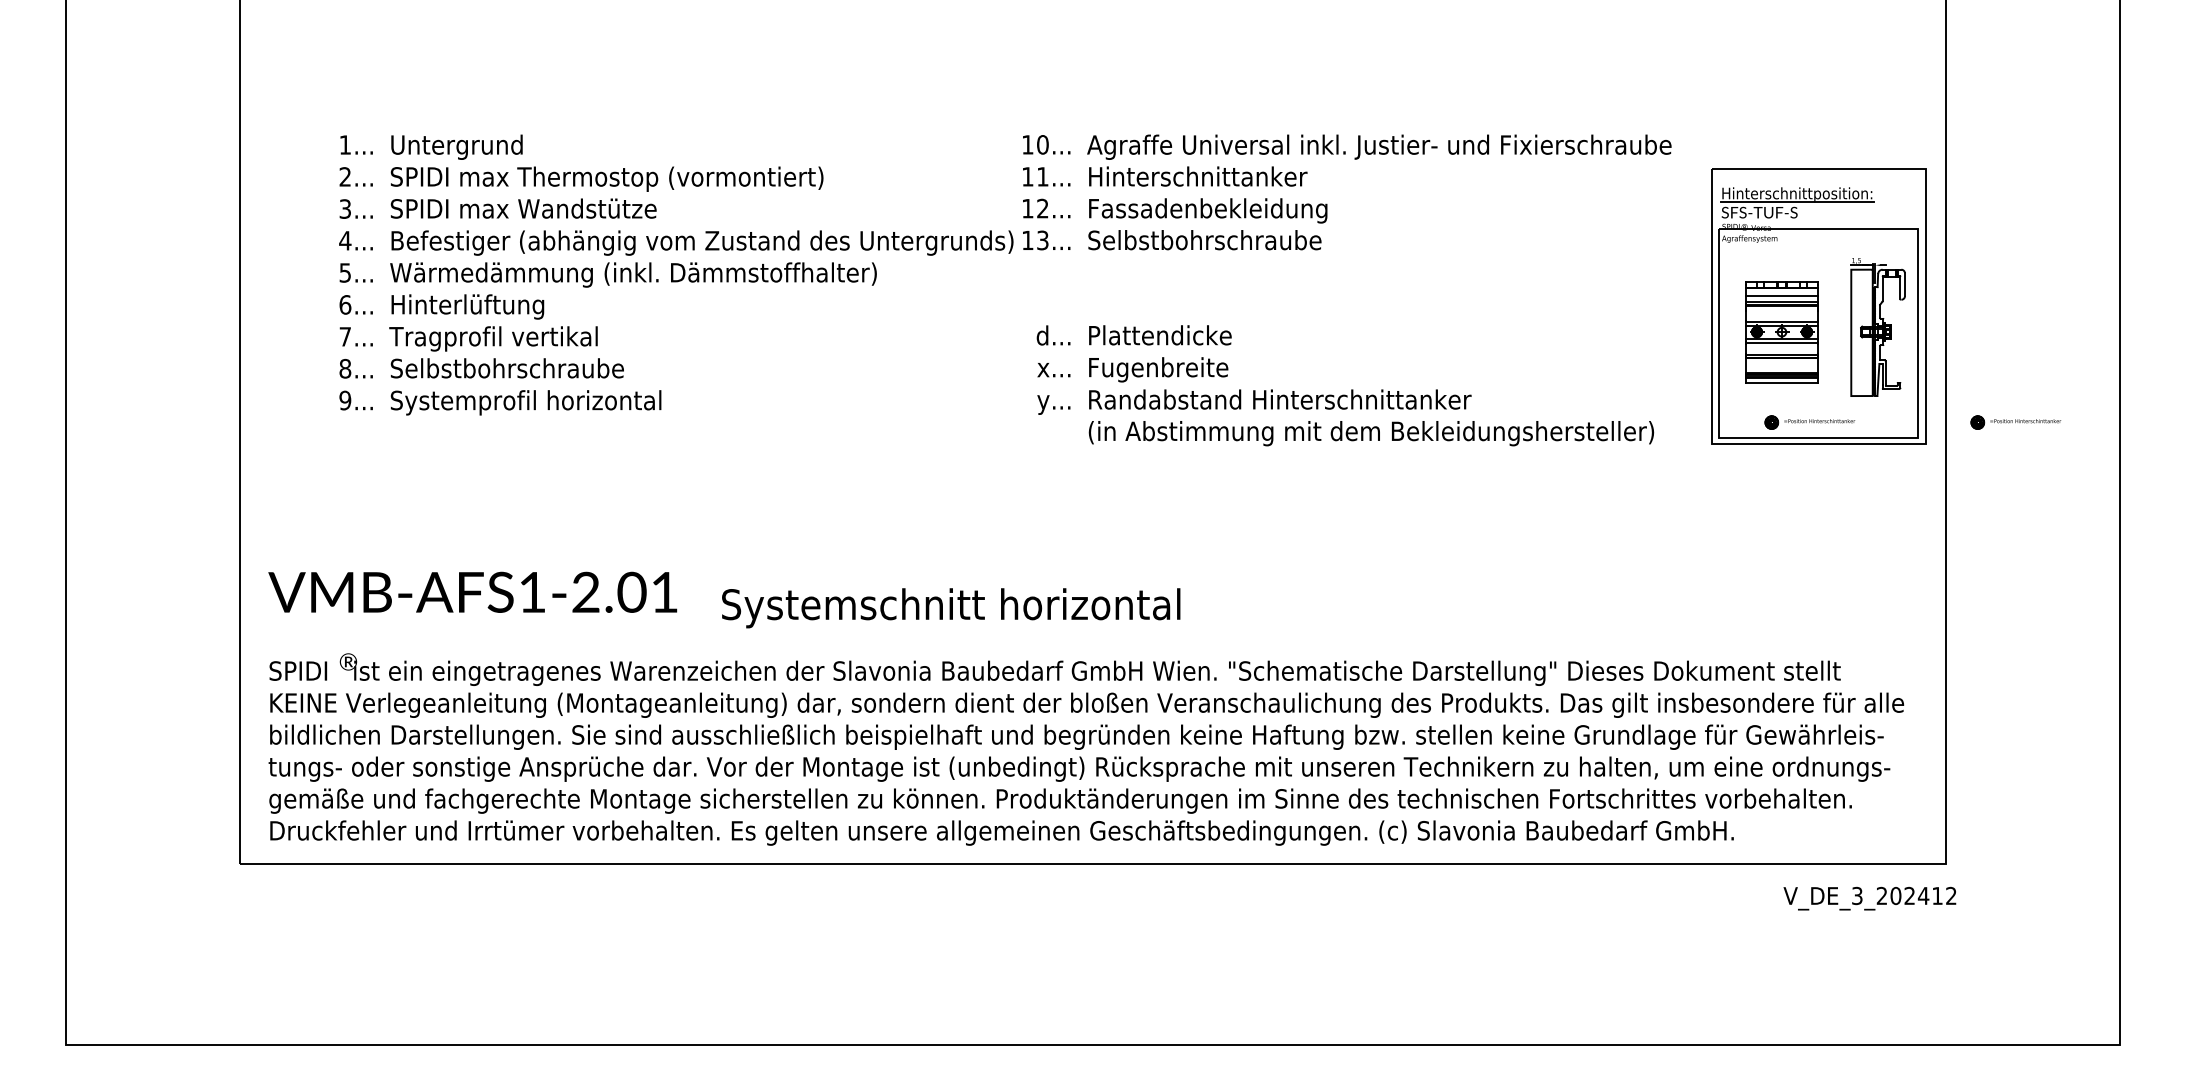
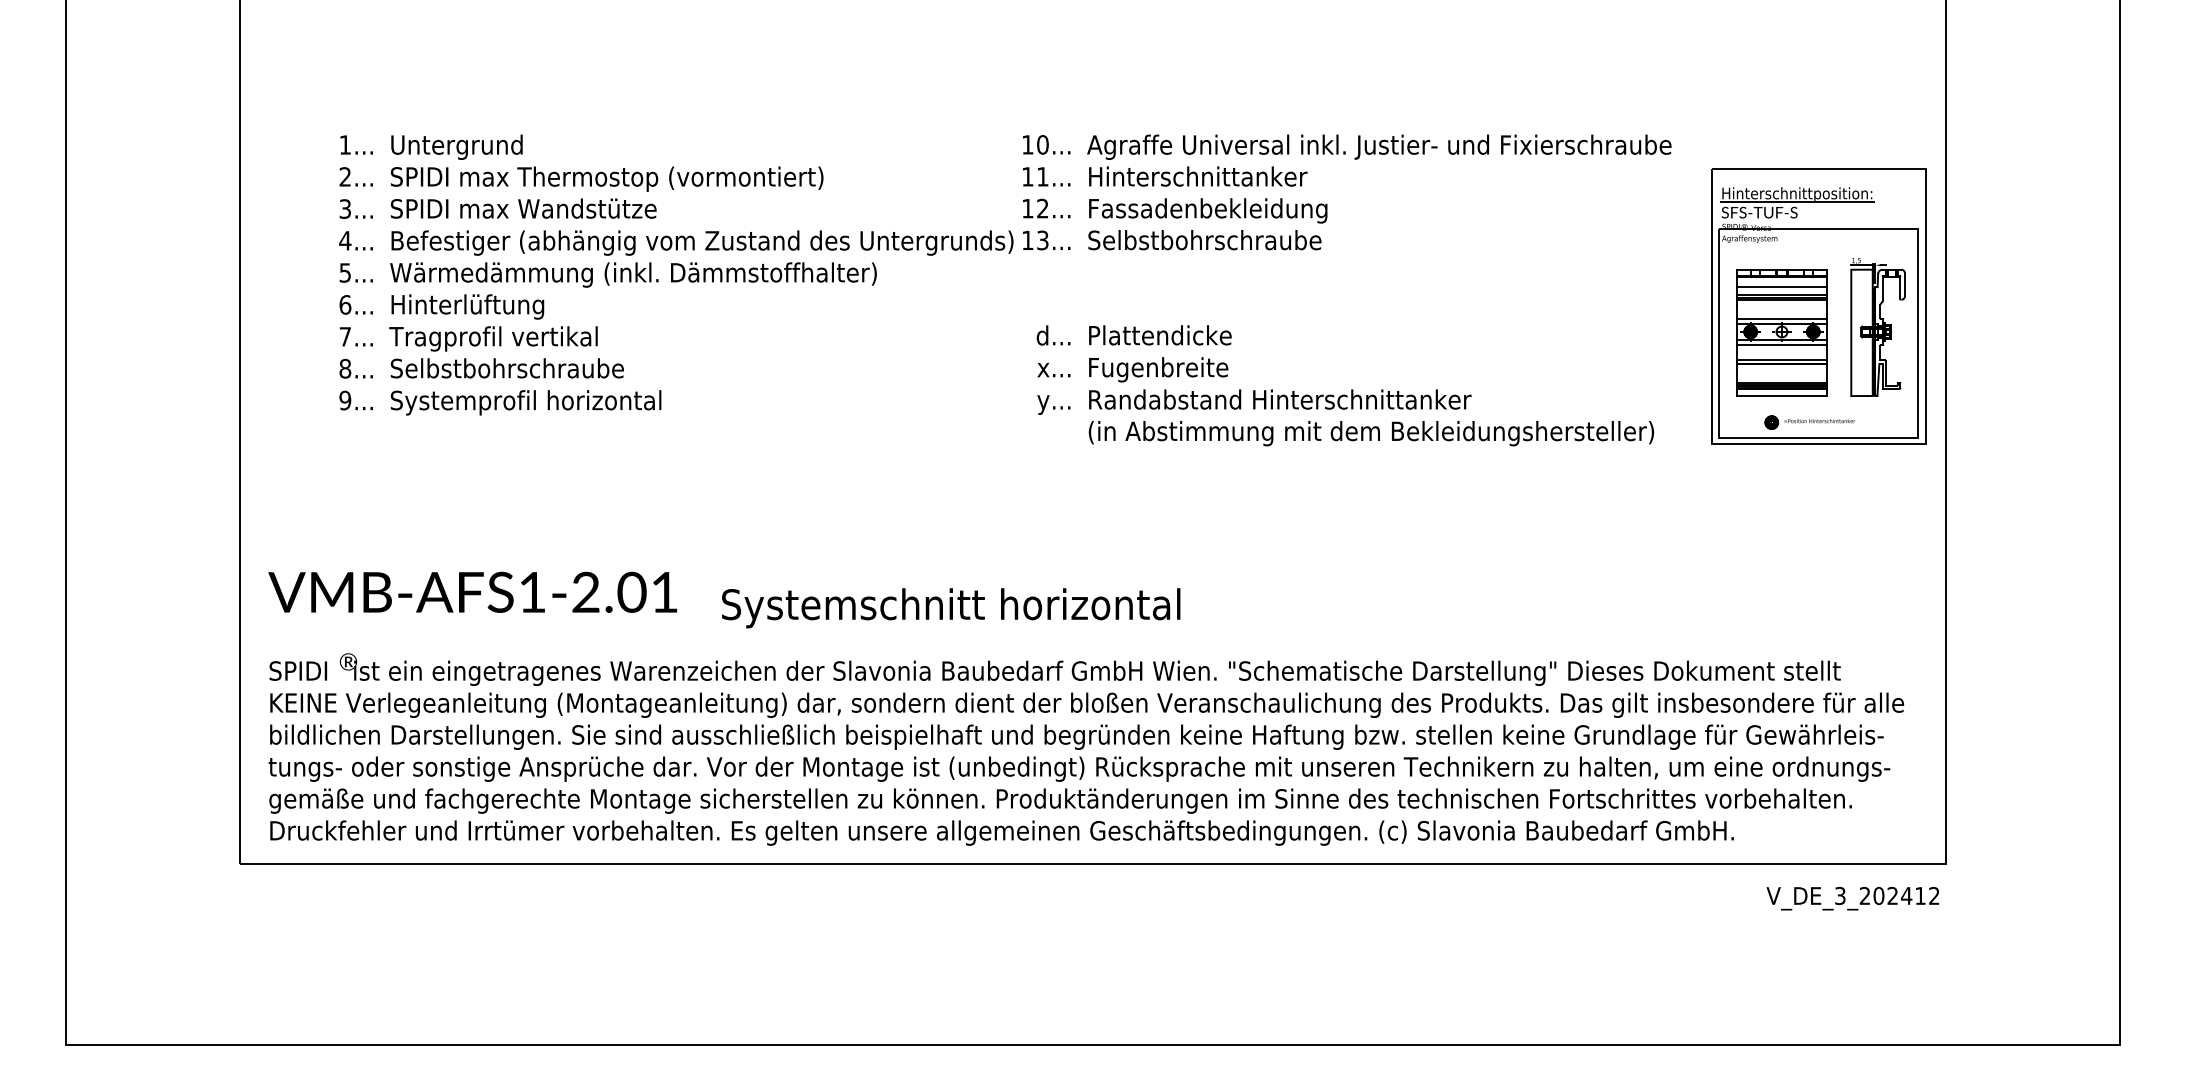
part at (1781, 332) size: 74x103 px -> 92x128 px
part at (2015, 422): present -> none
text at (1869, 898) position: (1869, 898) -> (1852, 898)
